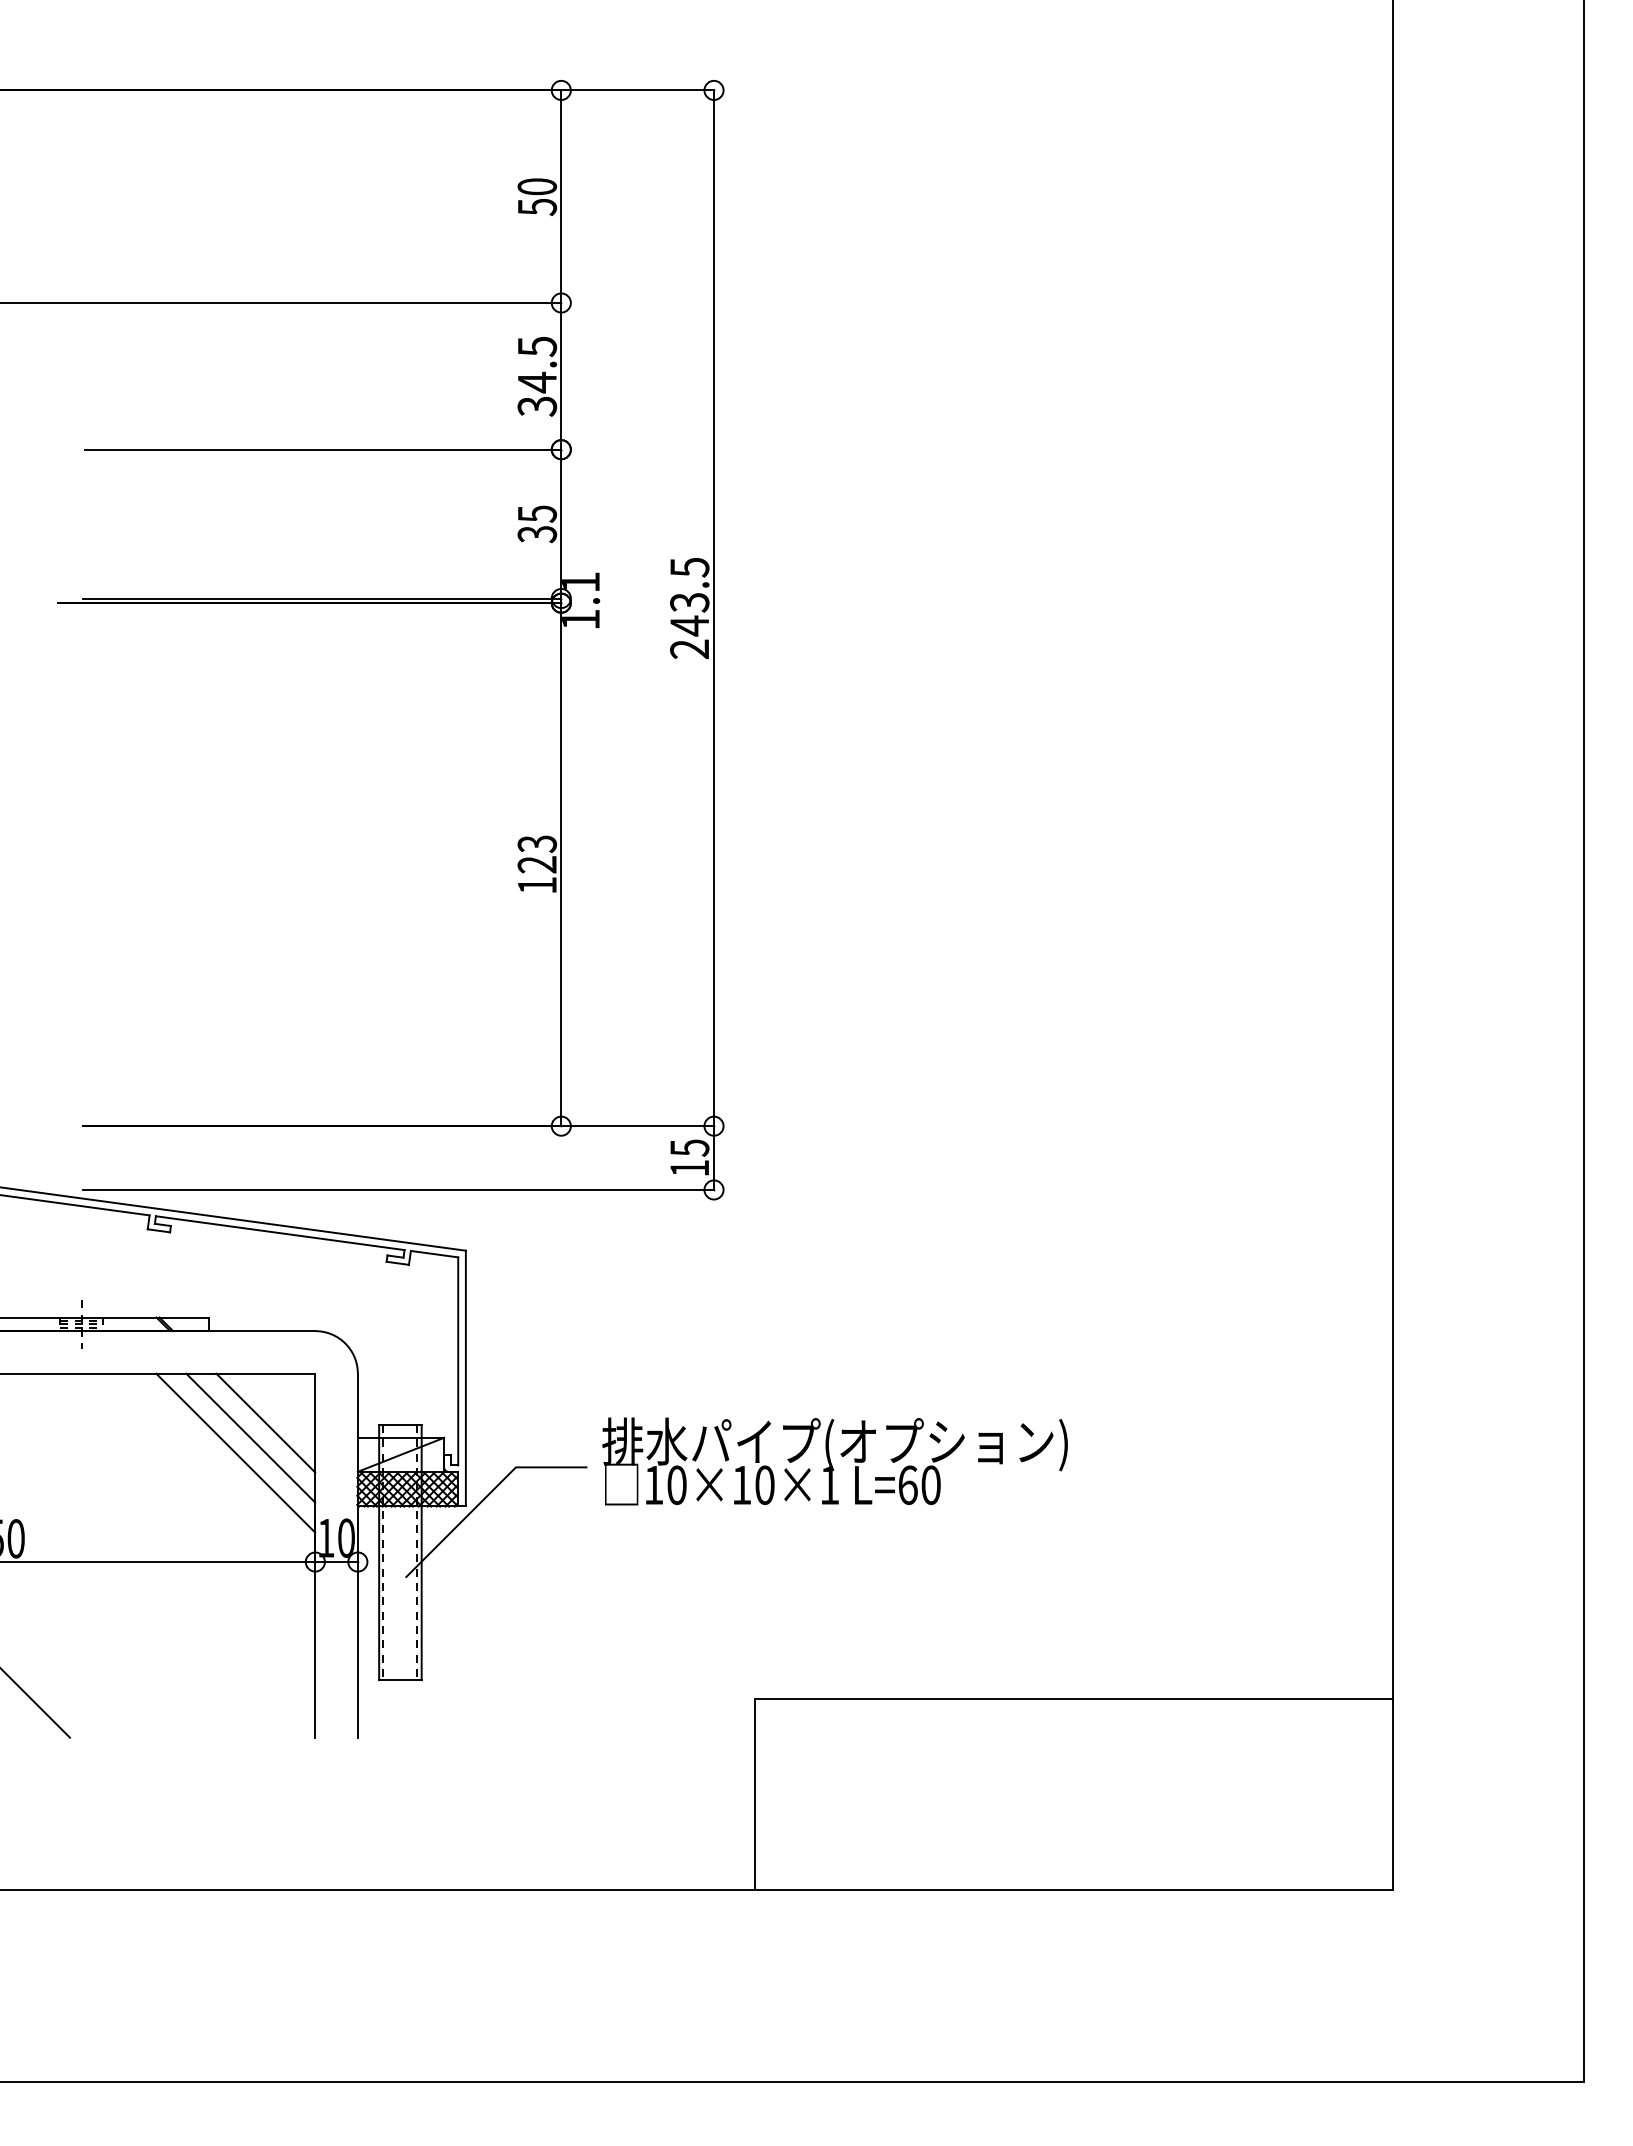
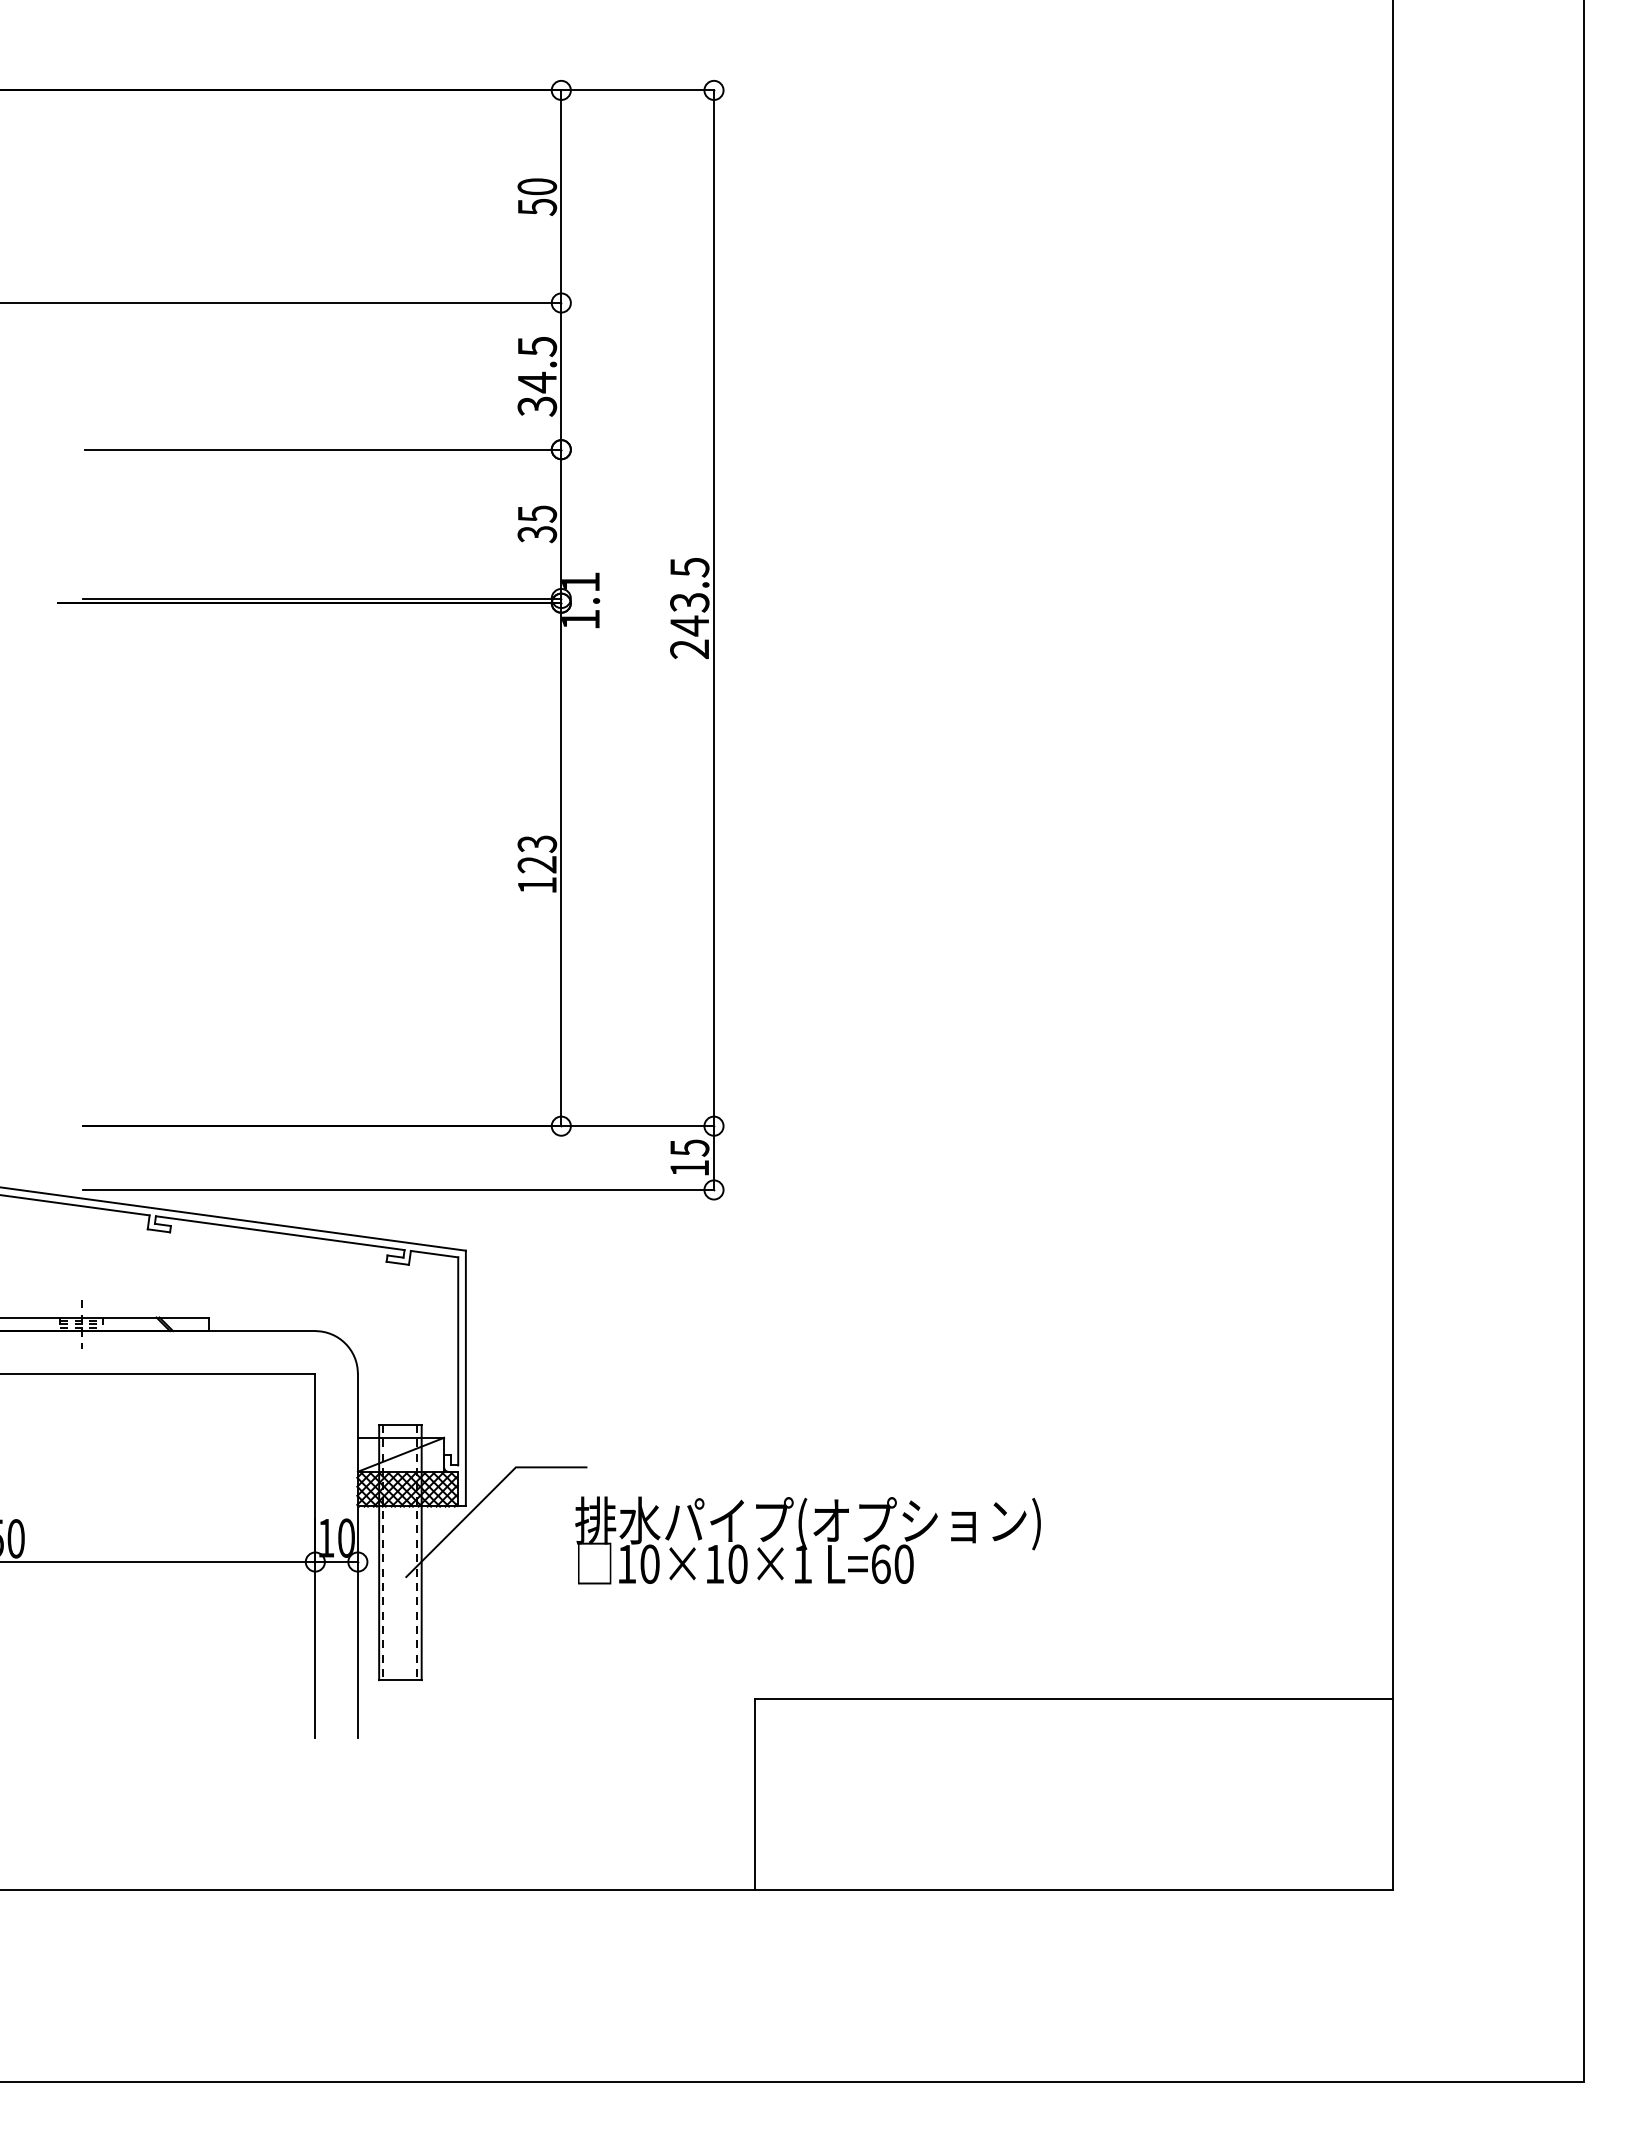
line at (265, 1422): present -> none
line at (250, 1437): present -> none
line at (235, 1452): present -> none
text at (834, 1461) position: (834, 1461) -> (807, 1540)
line at (36, 1703): present -> none
